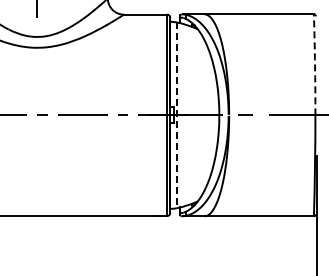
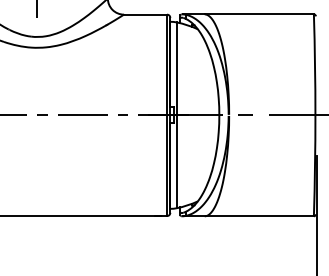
arc at (315, 64): dashed -> solid
line at (176, 115): dashed -> solid
